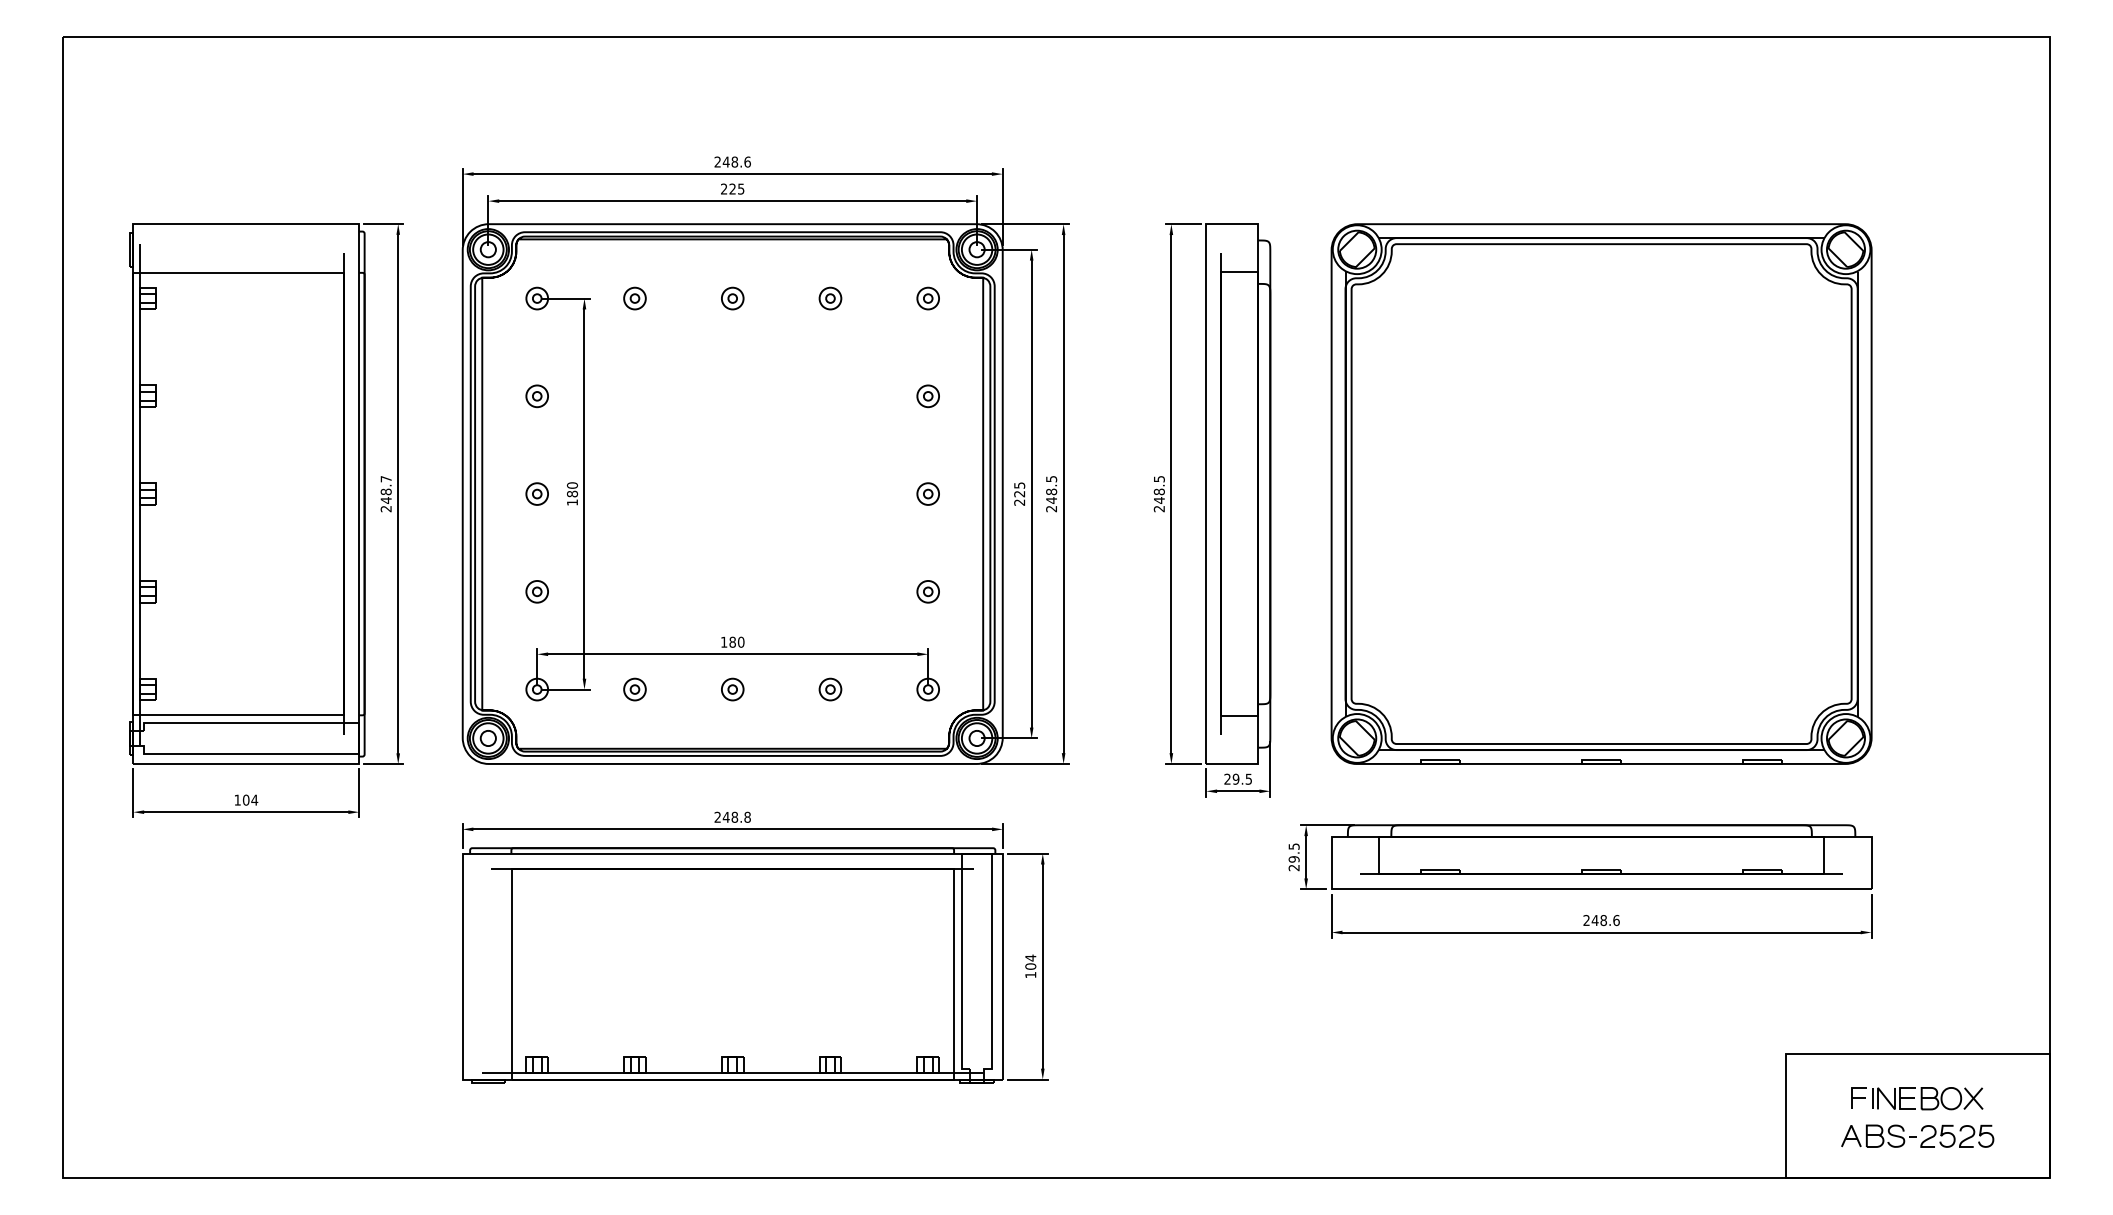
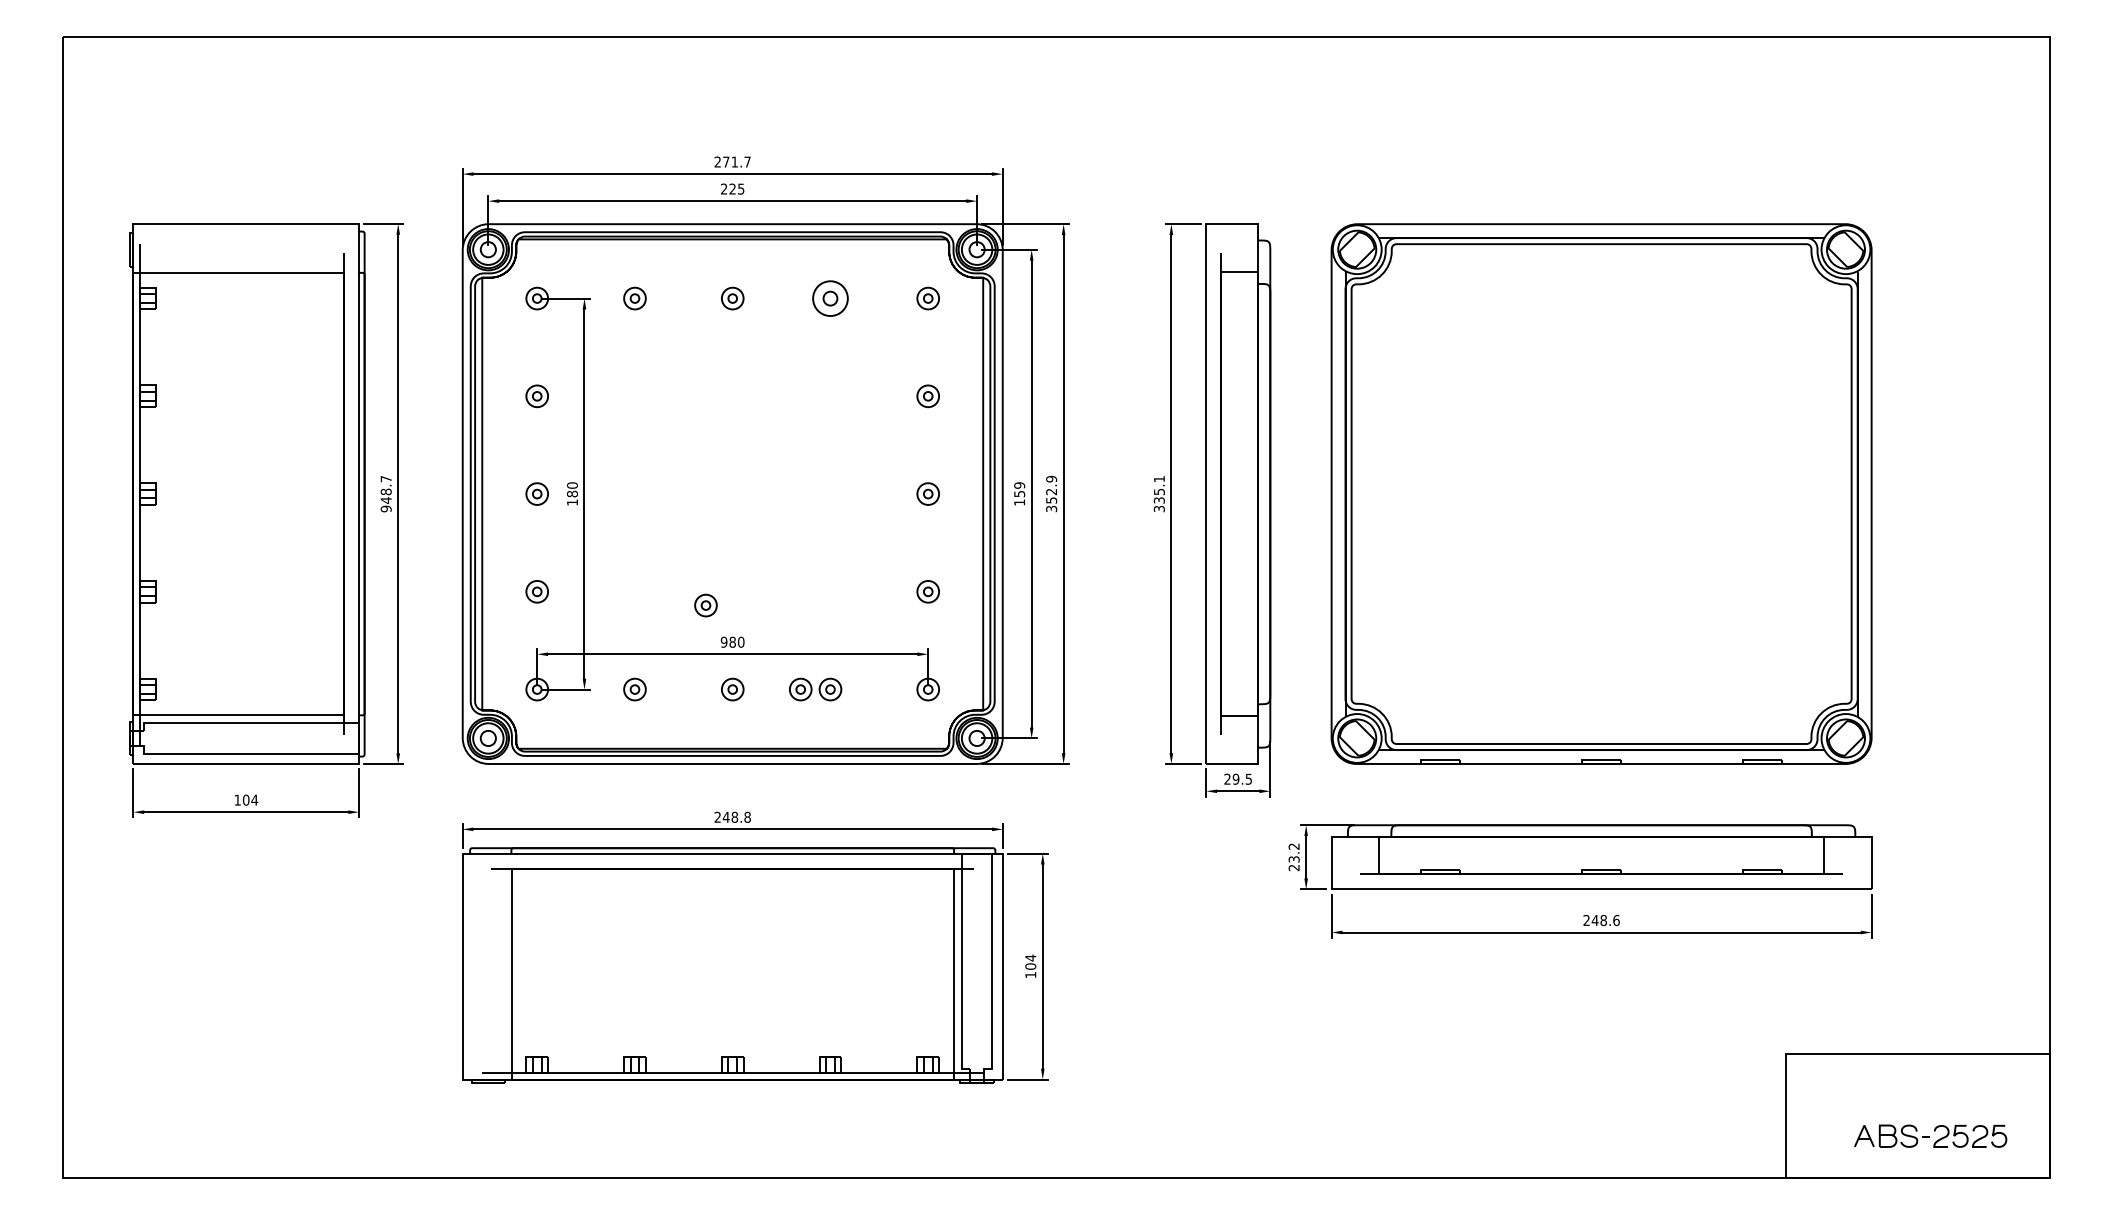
text at (736, 161): 248.6 -> 271.7
part at (830, 298) size: 25x25 px -> 37x37 px
text at (1019, 493): 225 -> 159
text at (1051, 493): 248.5 -> 352.9
text at (1158, 494): 248.5 -> 335.1
text at (385, 508): 248.7 -> 948.7
part at (705, 605): none -> present
text at (723, 641): 180 -> 980
part at (800, 689): none -> present
text at (1293, 852): 29.5 -> 23.2
part at (1917, 1098): present -> none
part at (1917, 1135) position: (1917, 1135) -> (1930, 1135)
